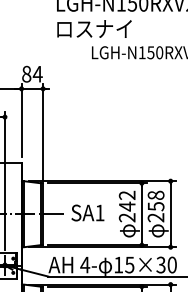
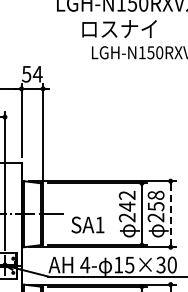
text at (94, 28) position: (94, 28) -> (119, 28)
text at (26, 73): 84 -> 54
text at (87, 212) position: (87, 212) -> (87, 224)
line at (170, 214): solid -> dashed
